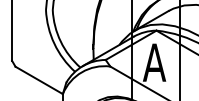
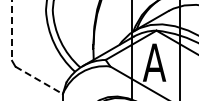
line at (12, 30): solid -> dashed
line at (39, 80): solid -> dashed
